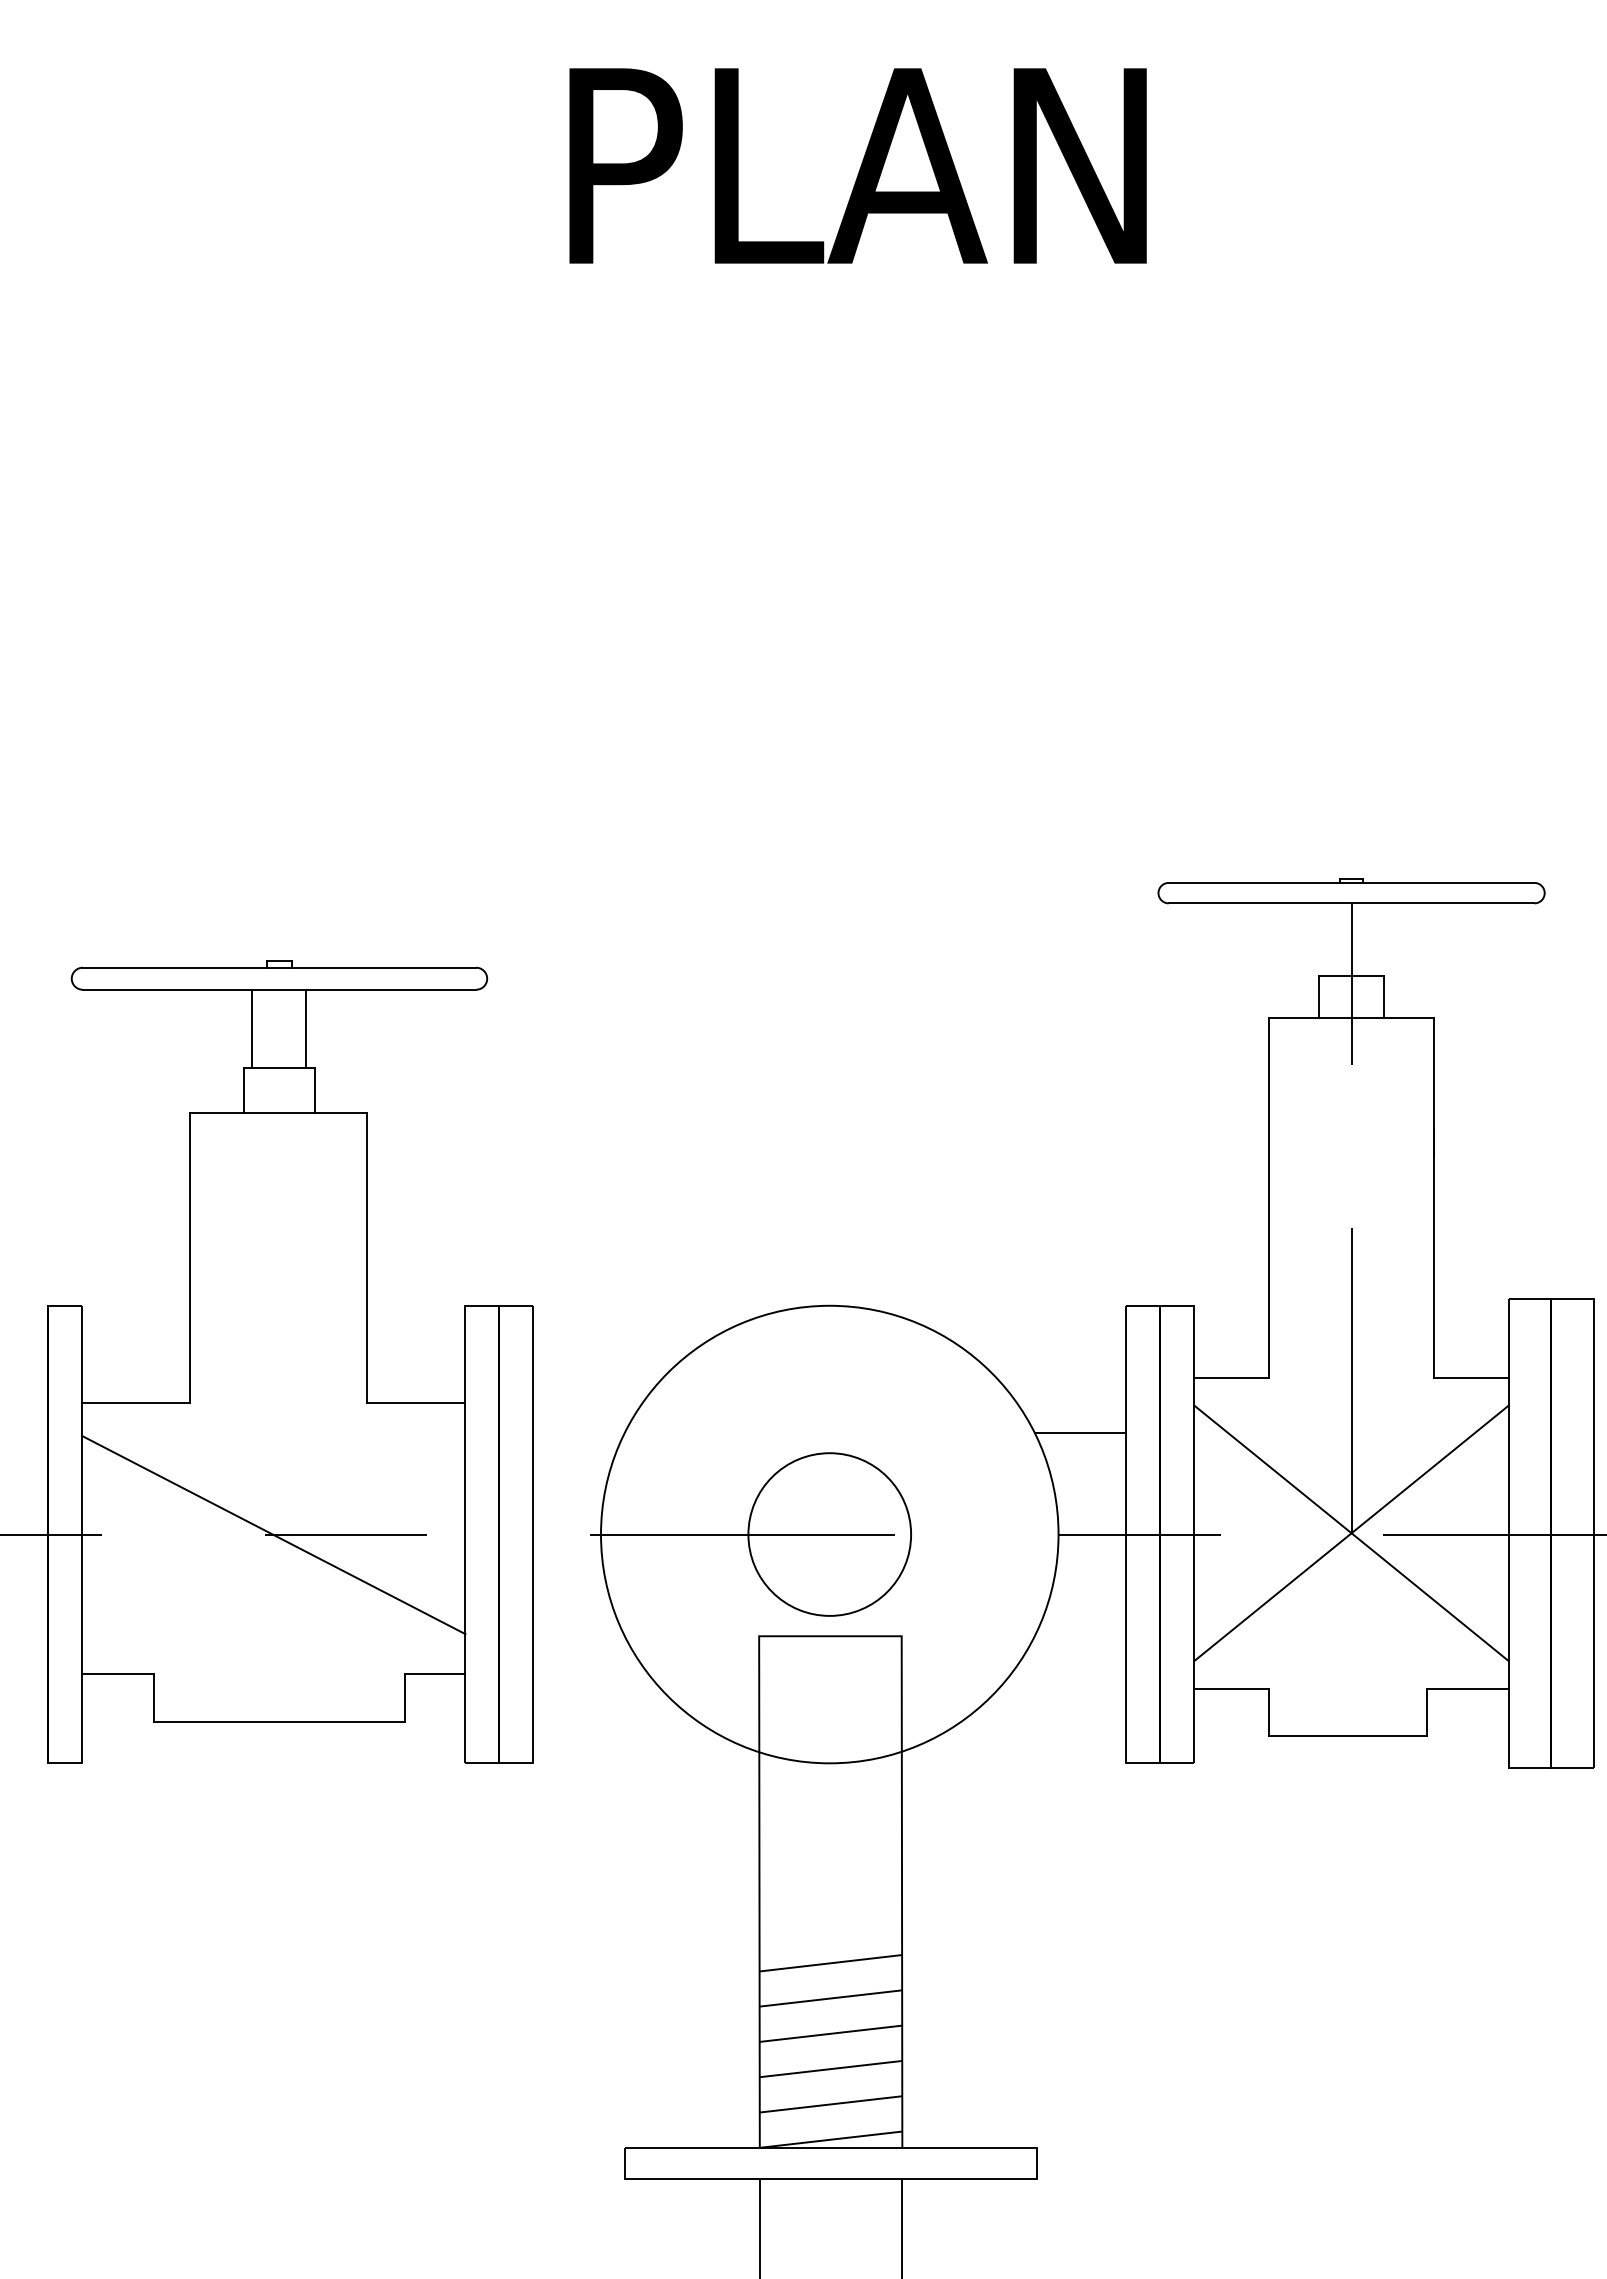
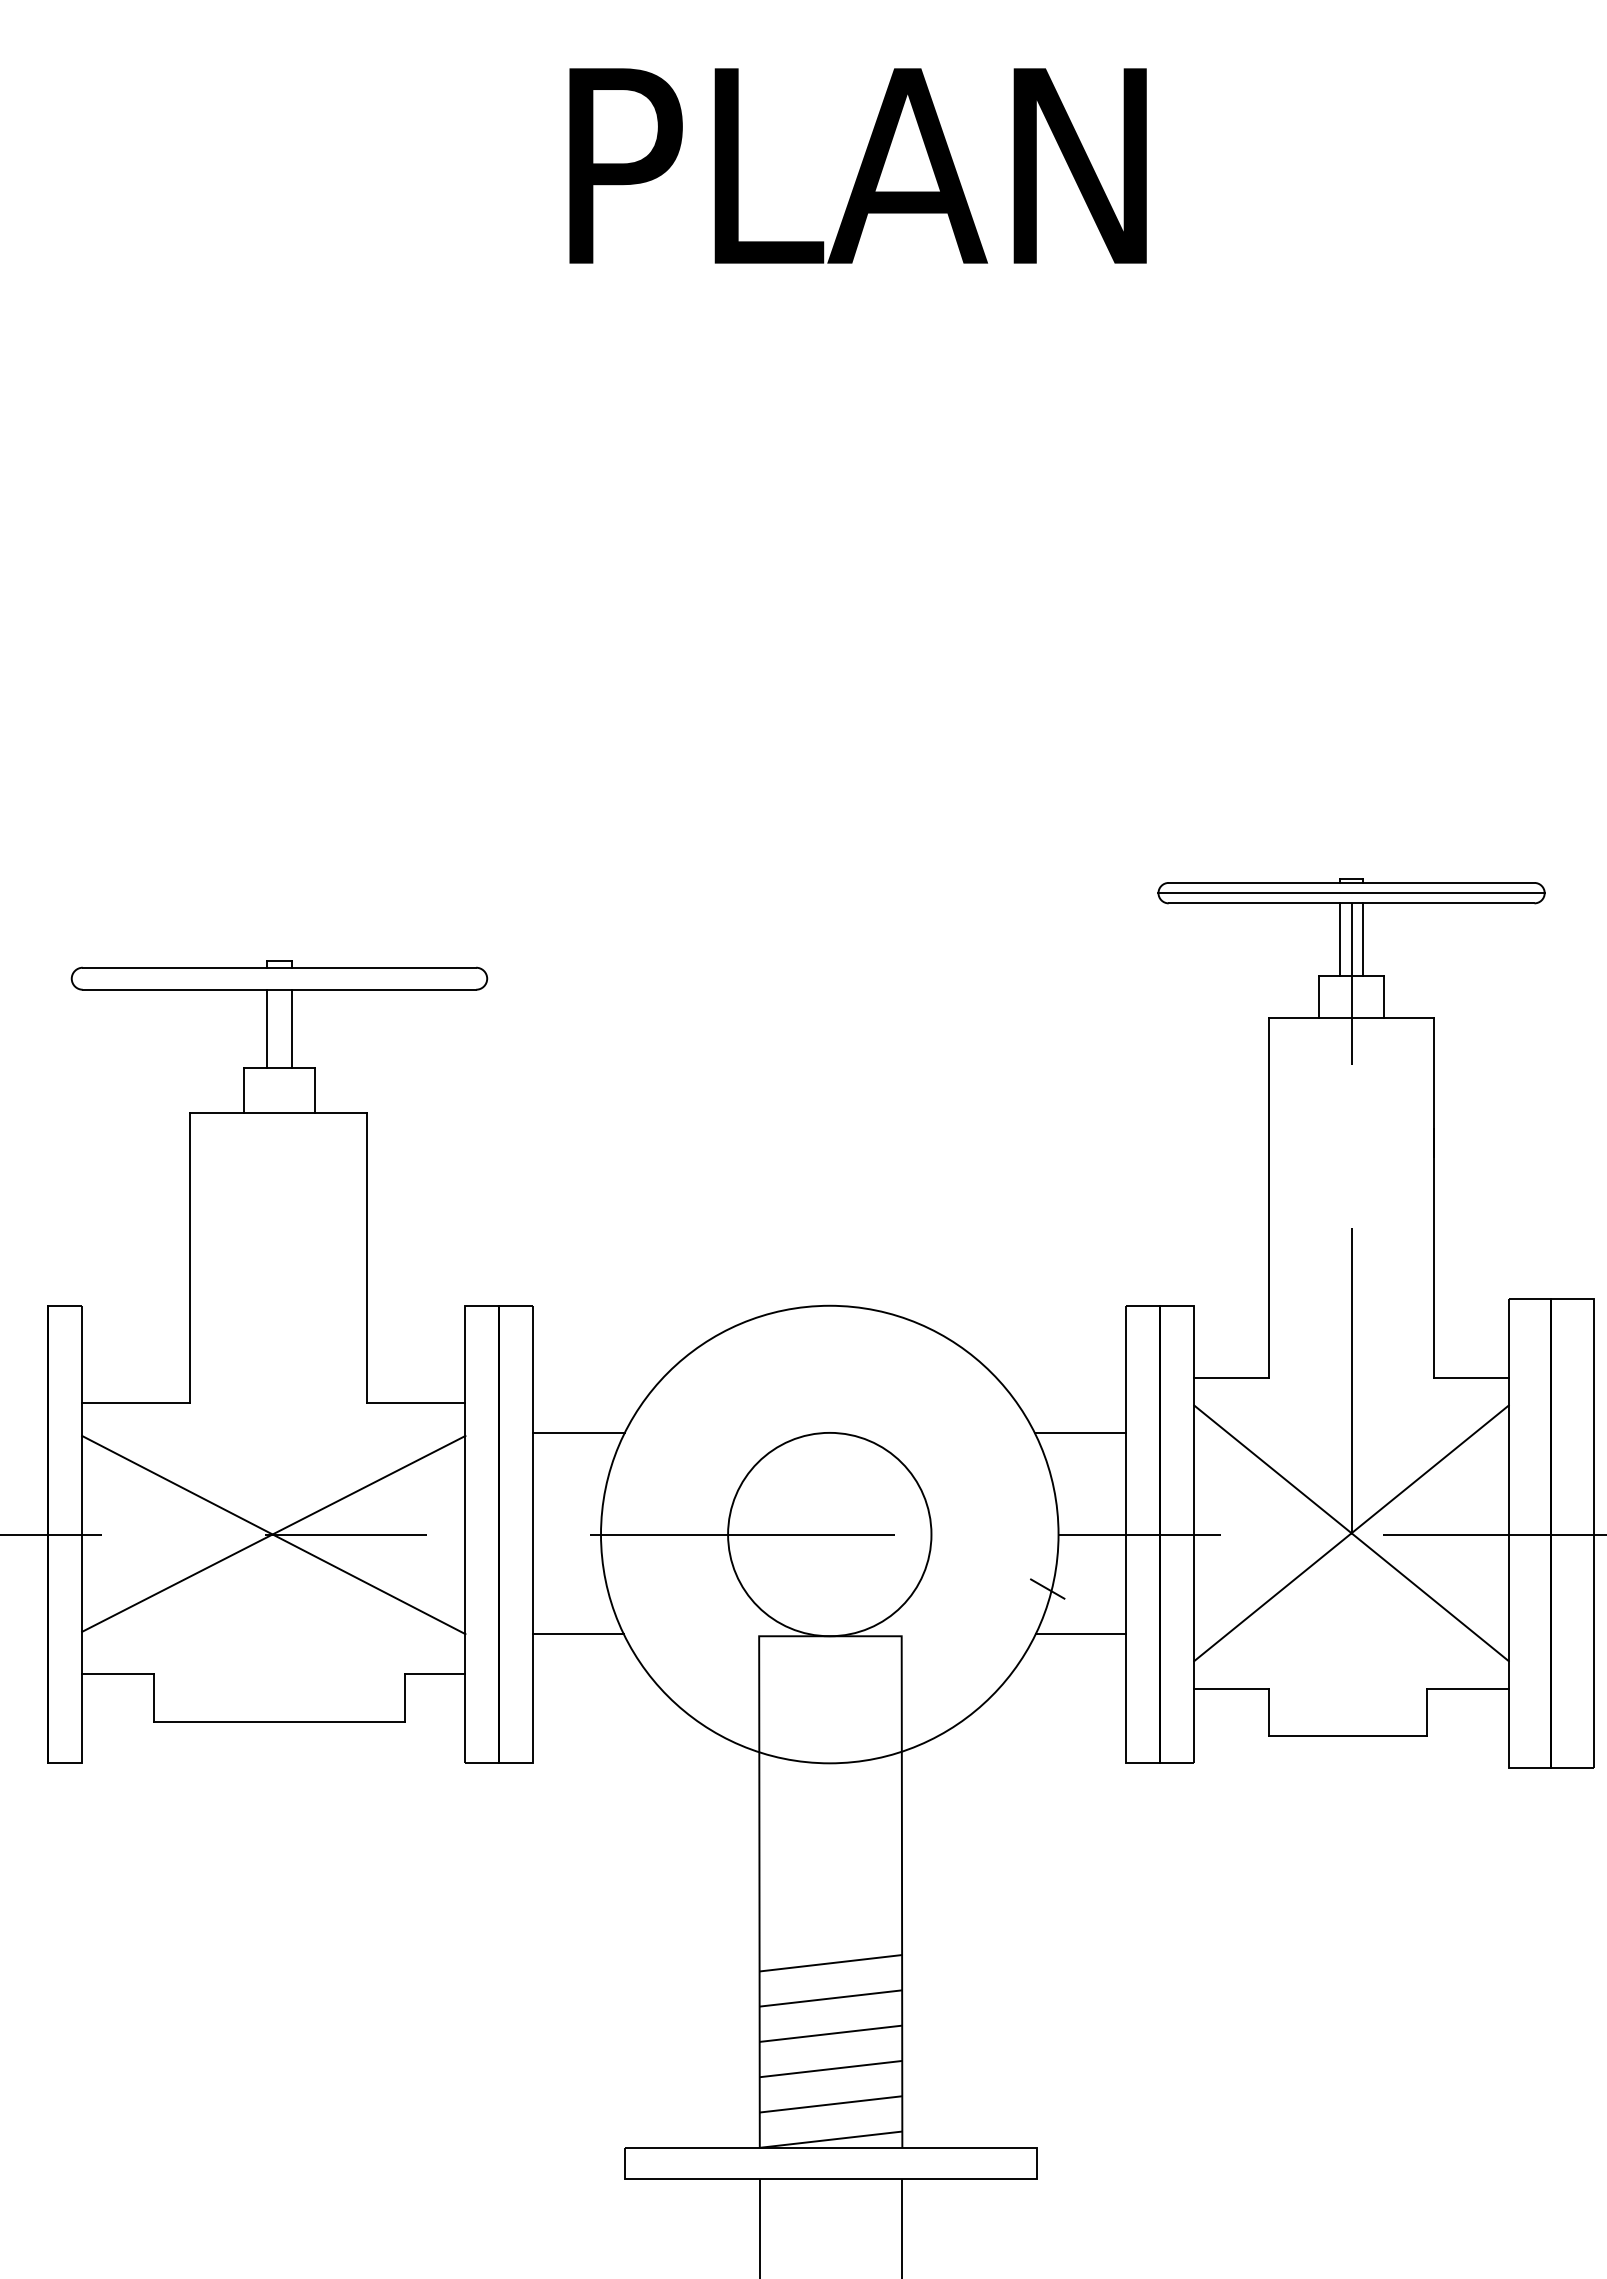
line at (1351, 893): none -> present
line at (1339, 939): none -> present
line at (1363, 939): none -> present
line at (251, 1028) position: (251, 1028) -> (266, 1028)
line at (306, 1028) position: (306, 1028) -> (292, 1028)
line at (578, 1432): none -> present
line at (273, 1533): none -> present
circle at (829, 1534) diameter: 163 px -> 203 px
line at (1047, 1588): none -> present
line at (578, 1634): none -> present
line at (1080, 1634): none -> present
